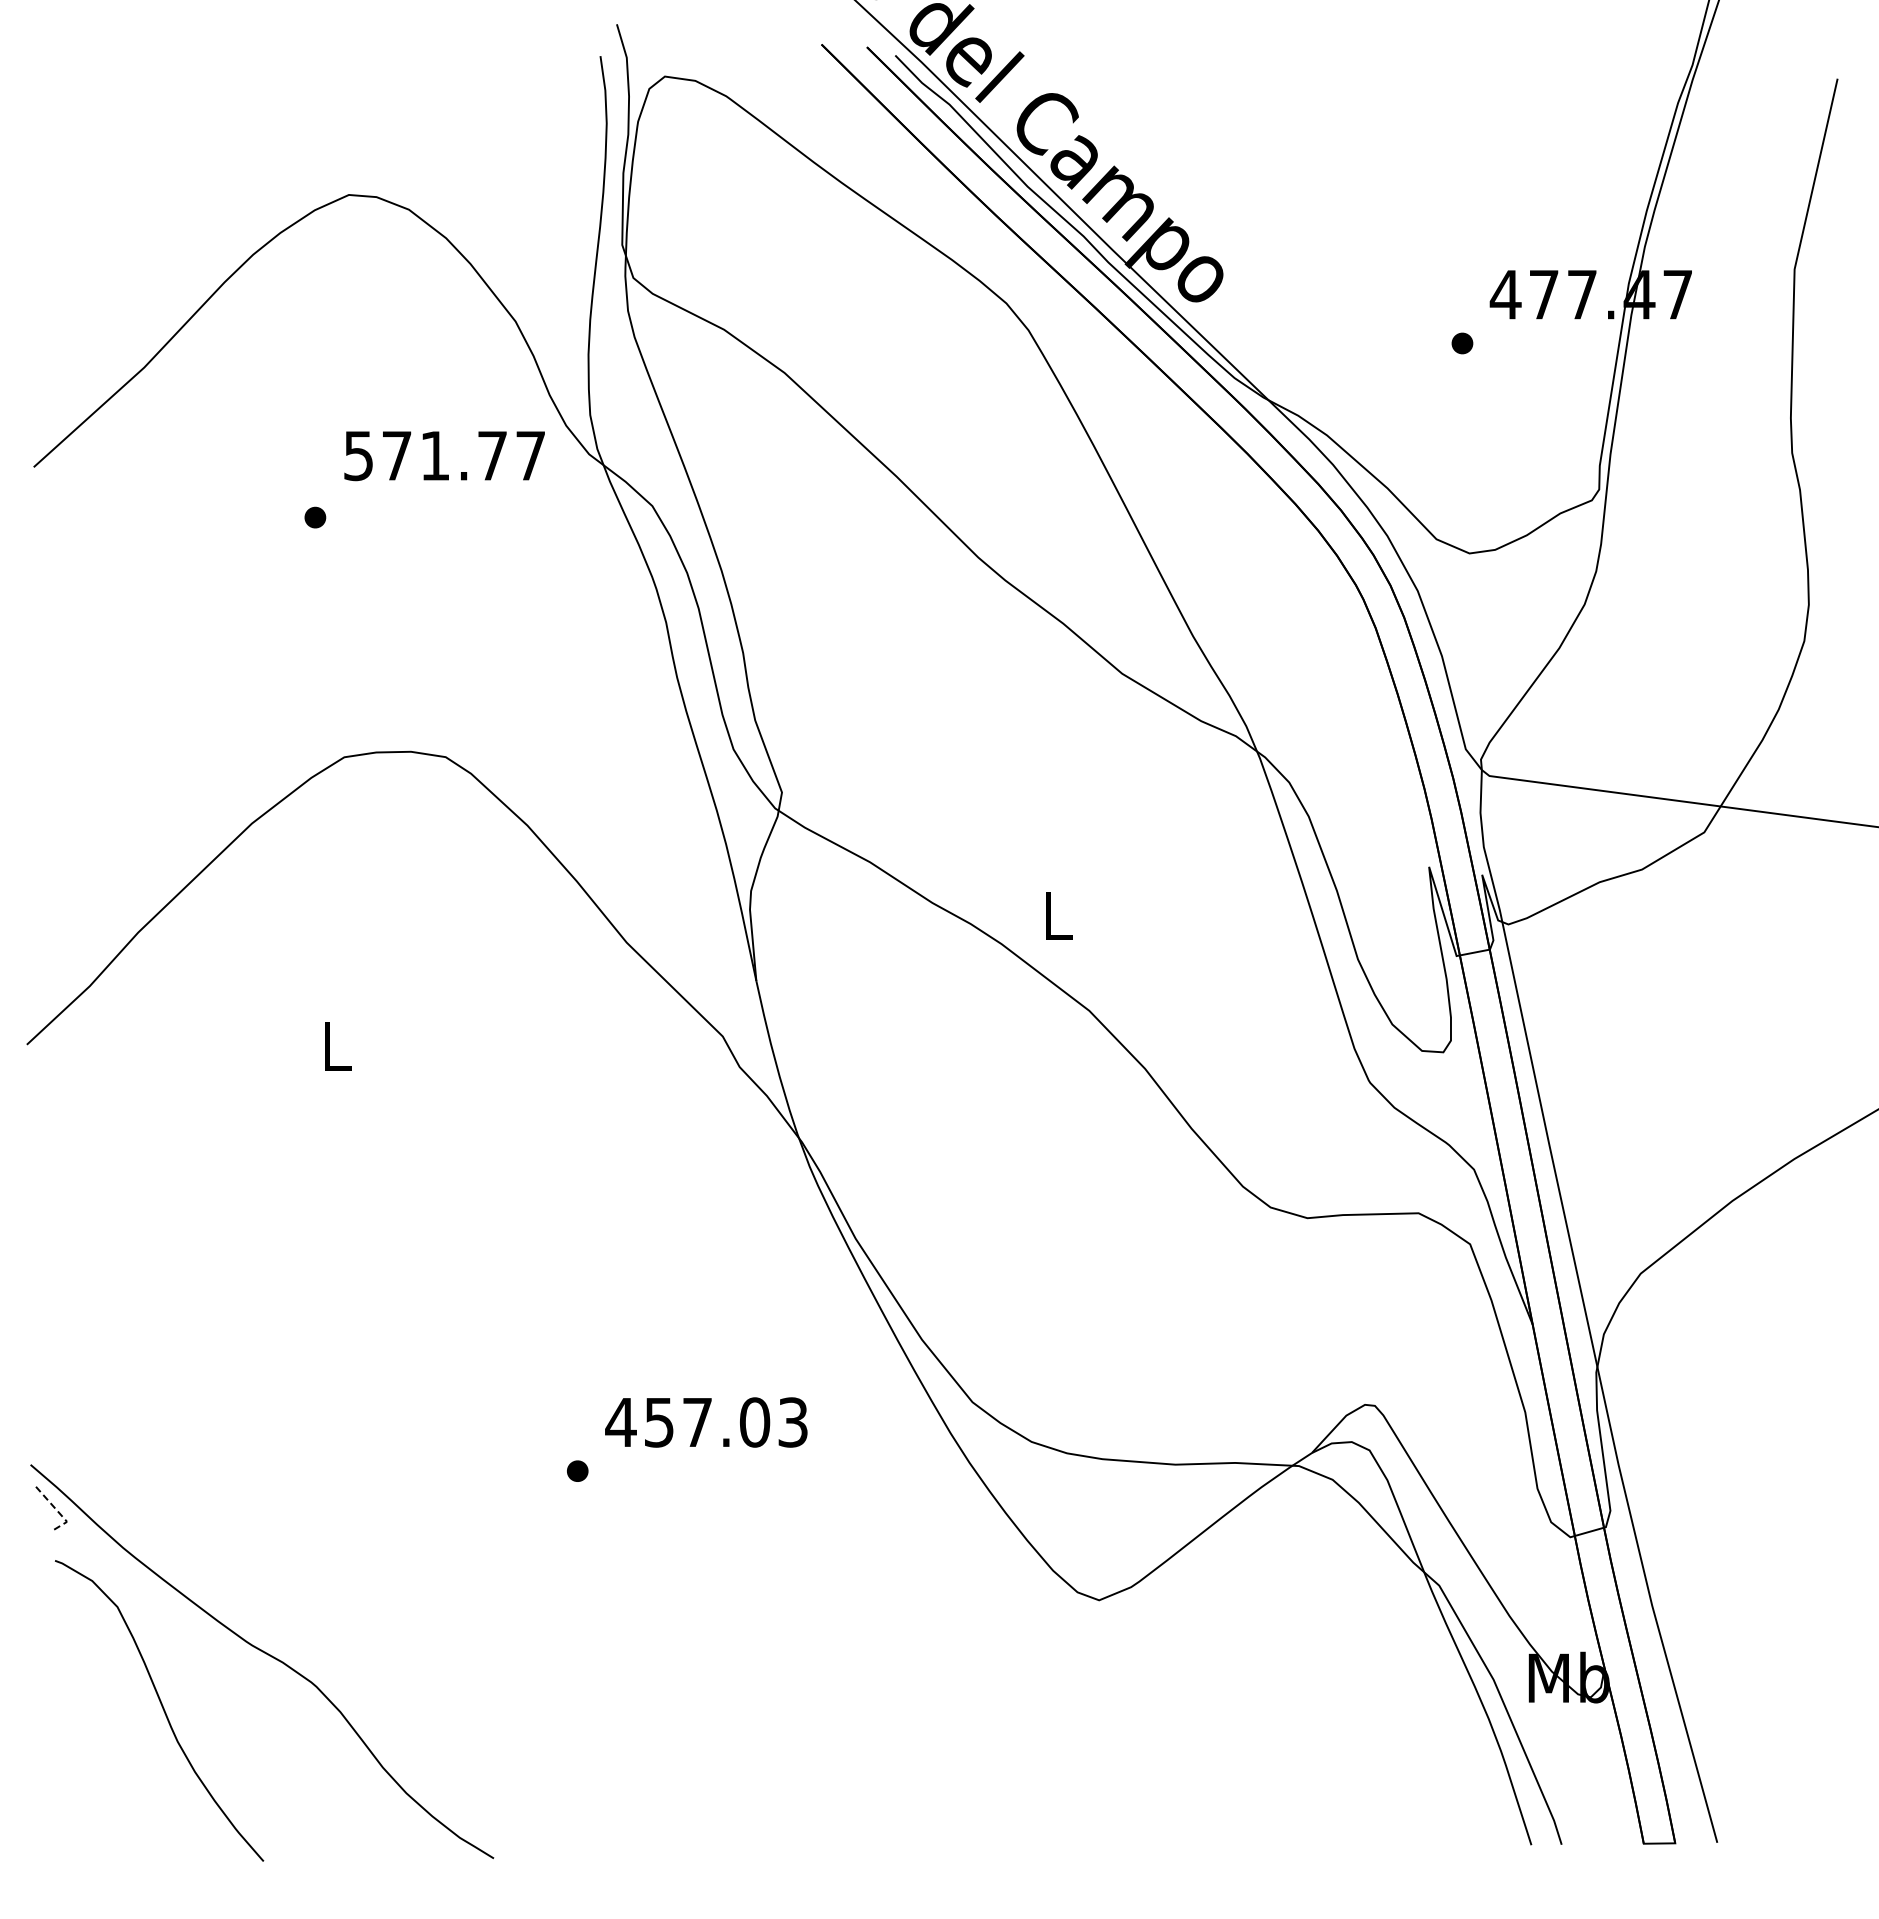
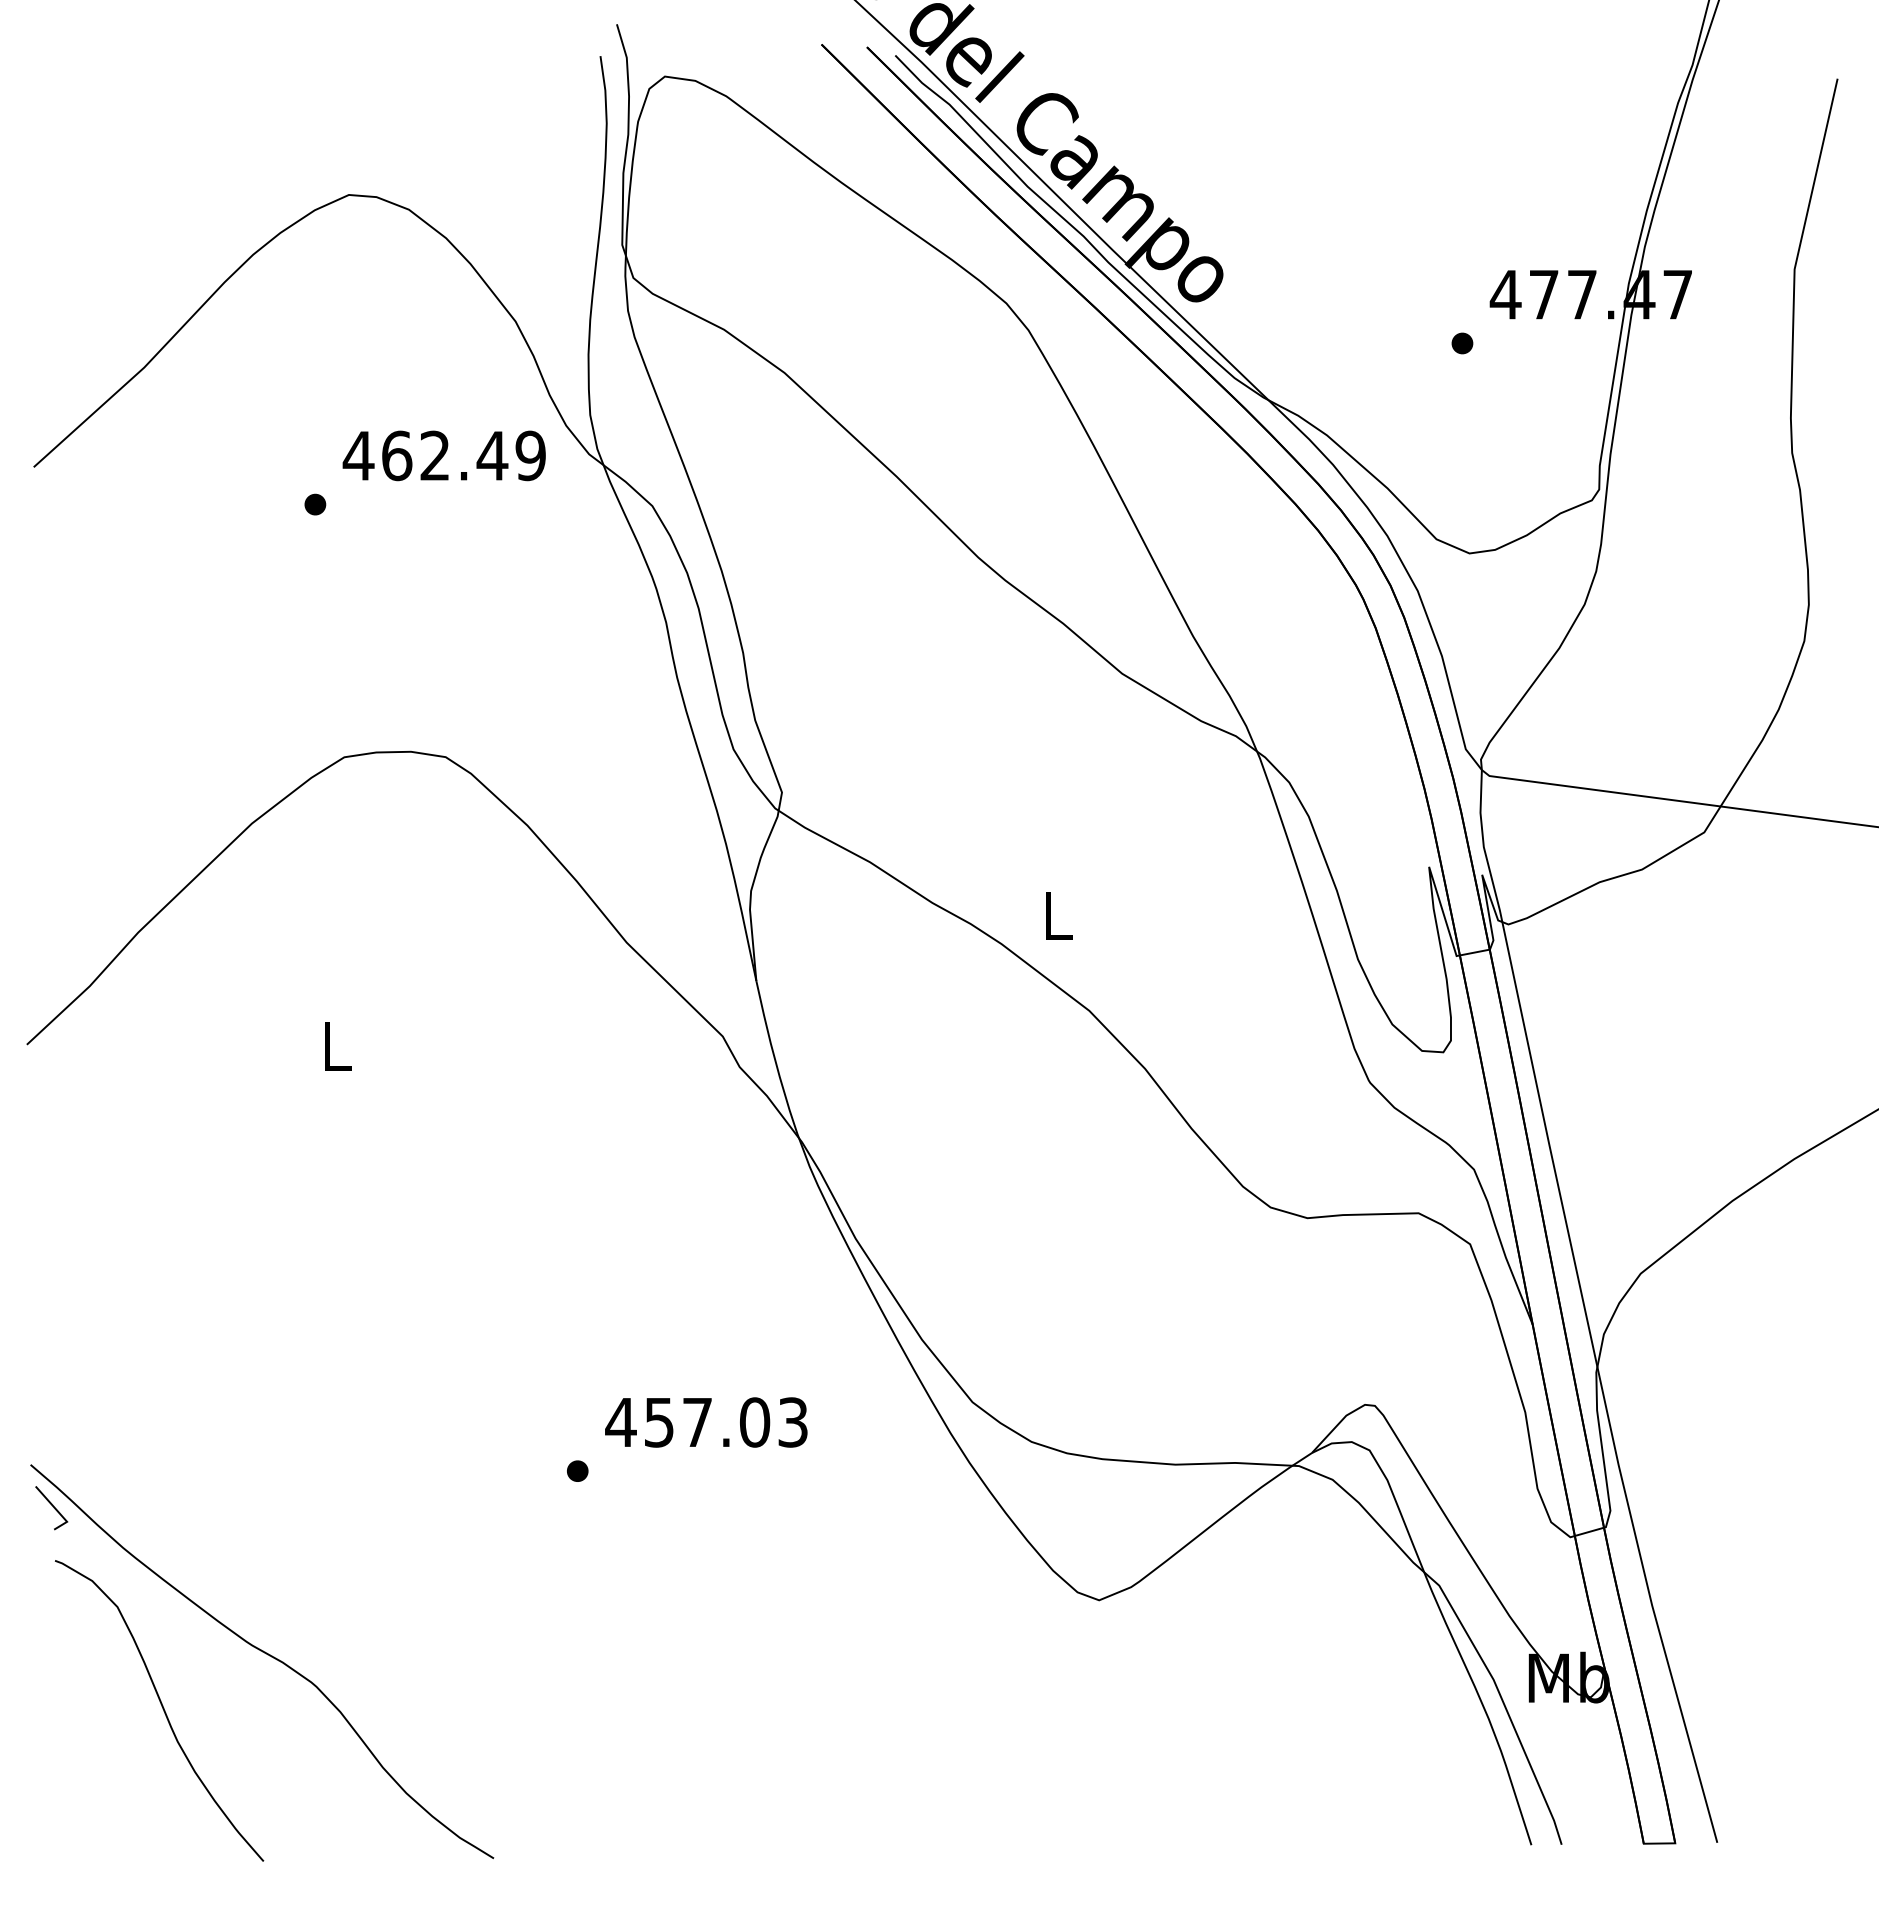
text at (443, 455): 571.77 -> 462.49
part at (315, 517) position: (315, 517) -> (315, 504)
line at (56, 1510): dashed -> solid
